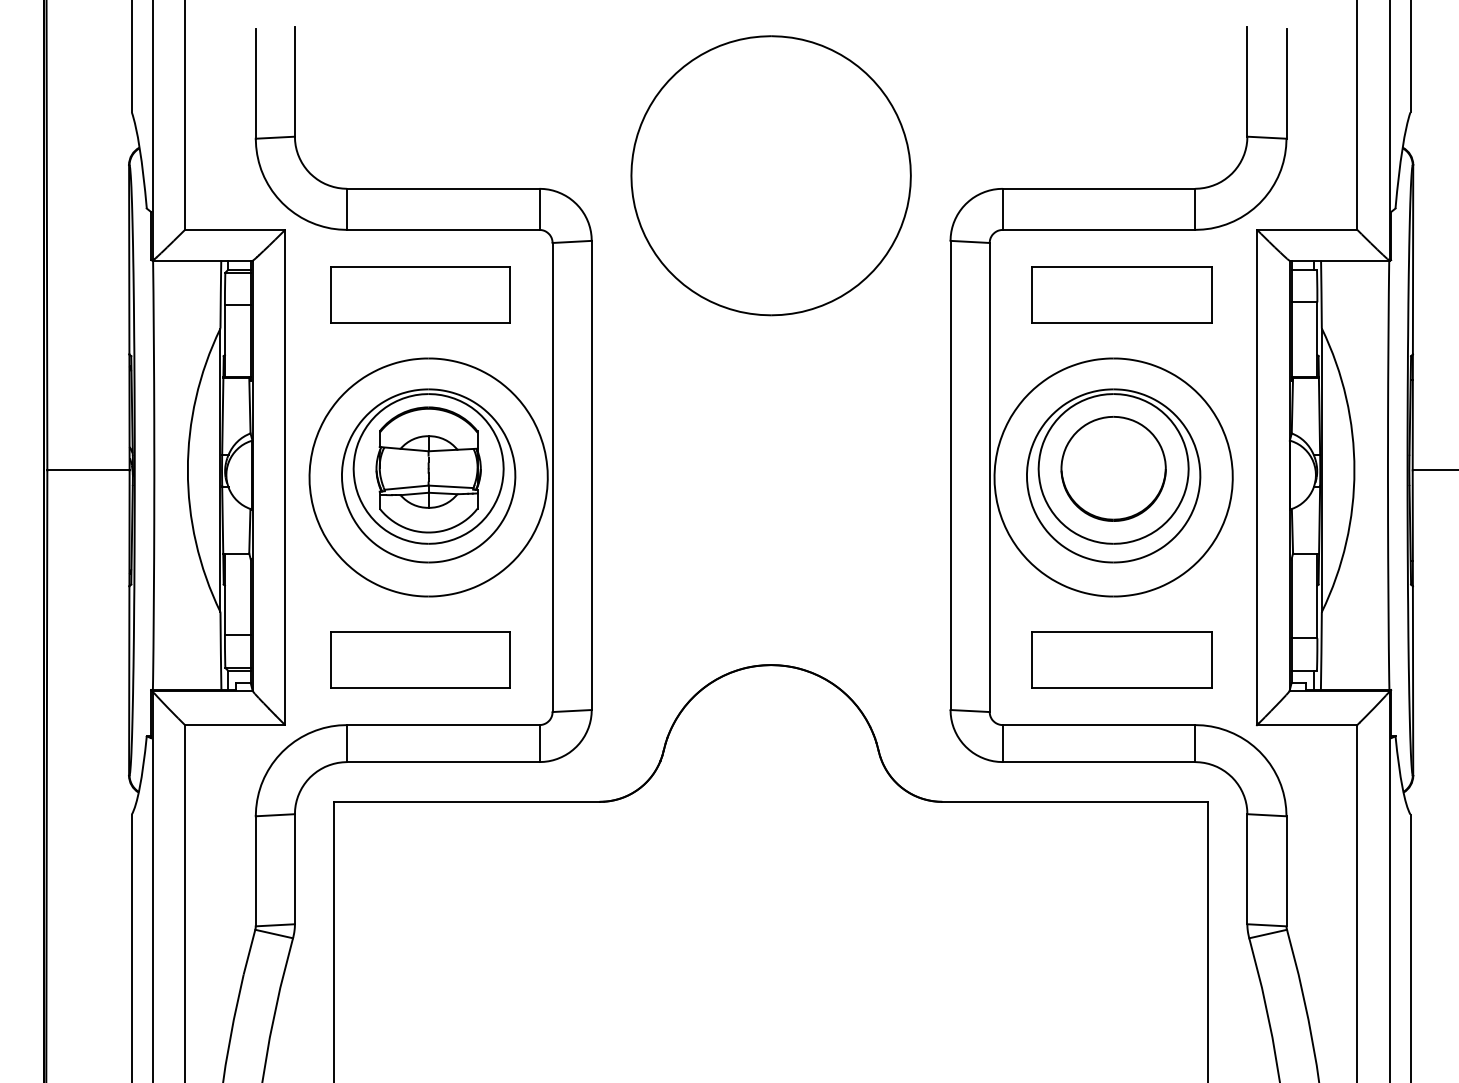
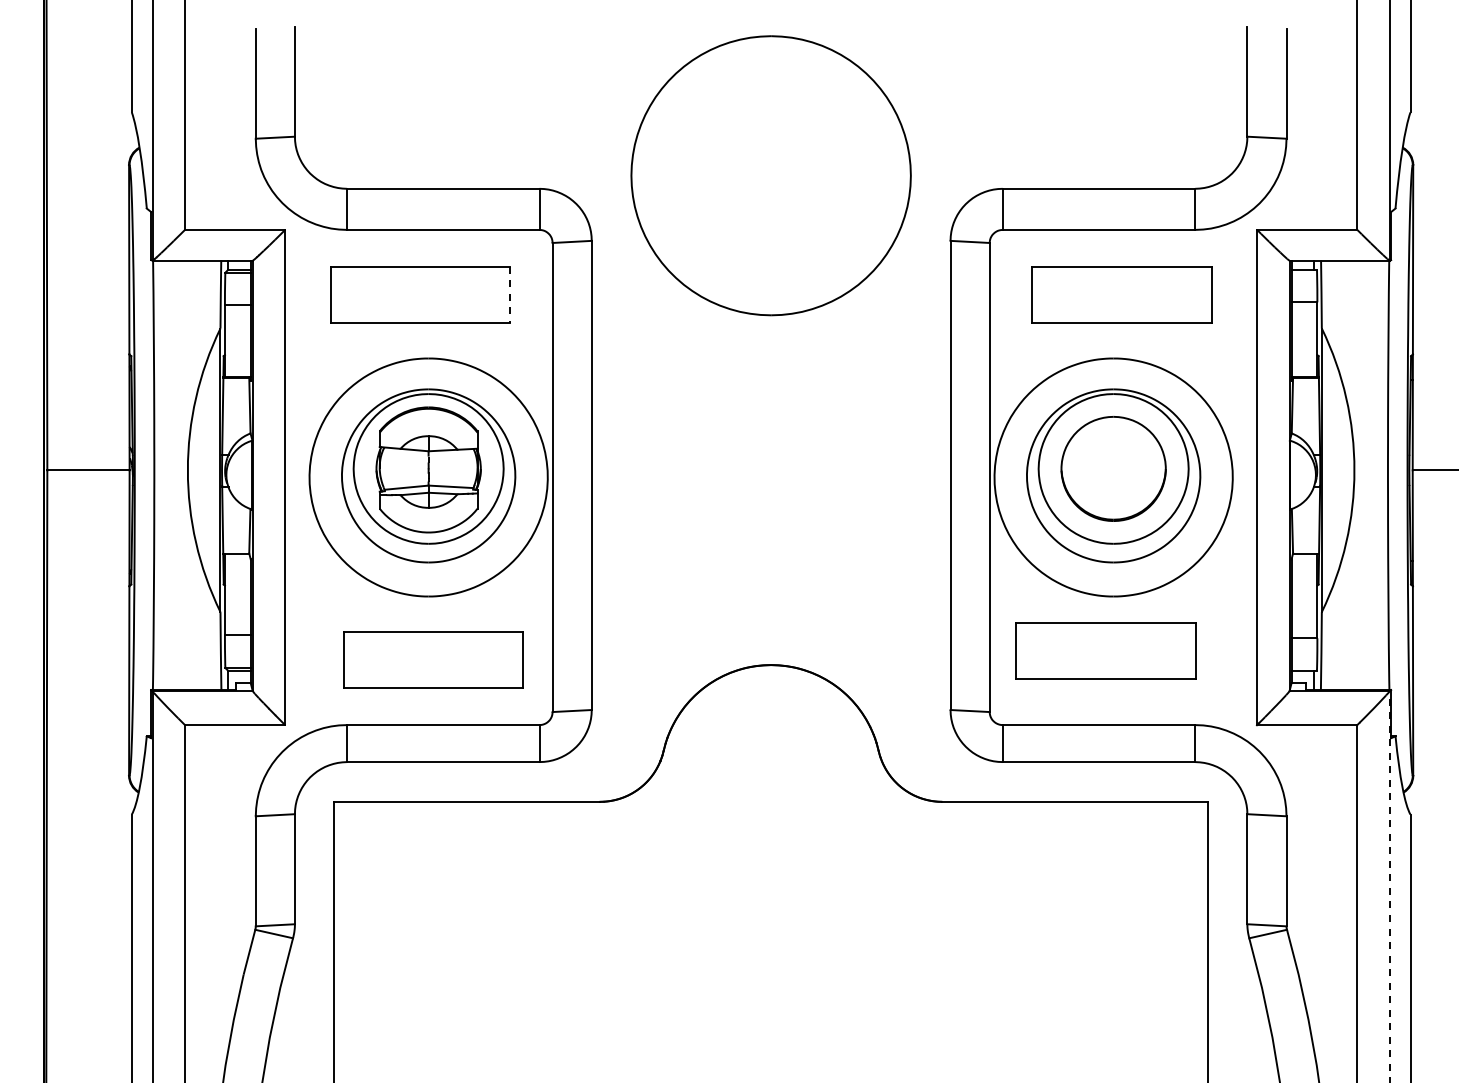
line at (510, 295): solid -> dashed
part at (420, 659) position: (420, 659) -> (433, 659)
part at (1121, 659) position: (1121, 659) -> (1105, 650)
line at (1389, 887): solid -> dashed
